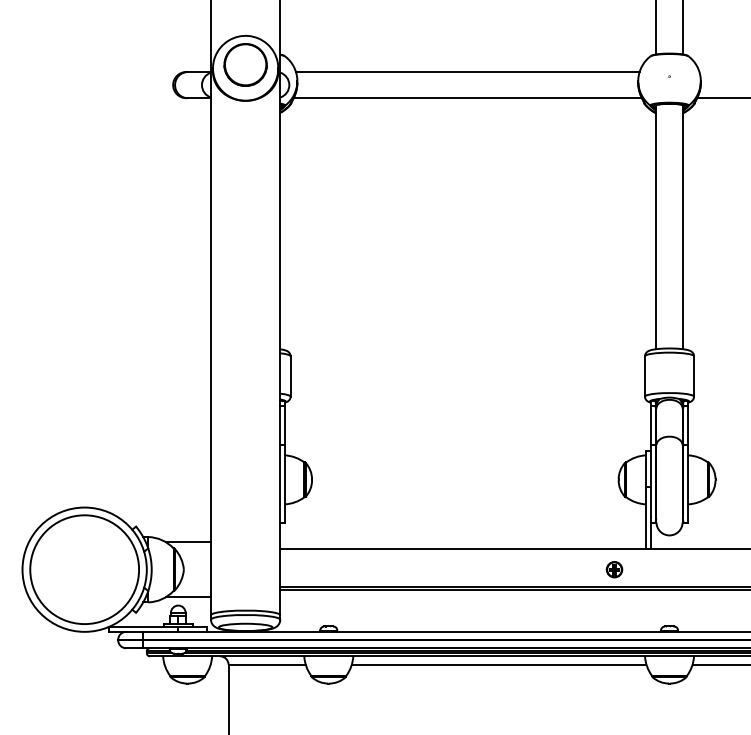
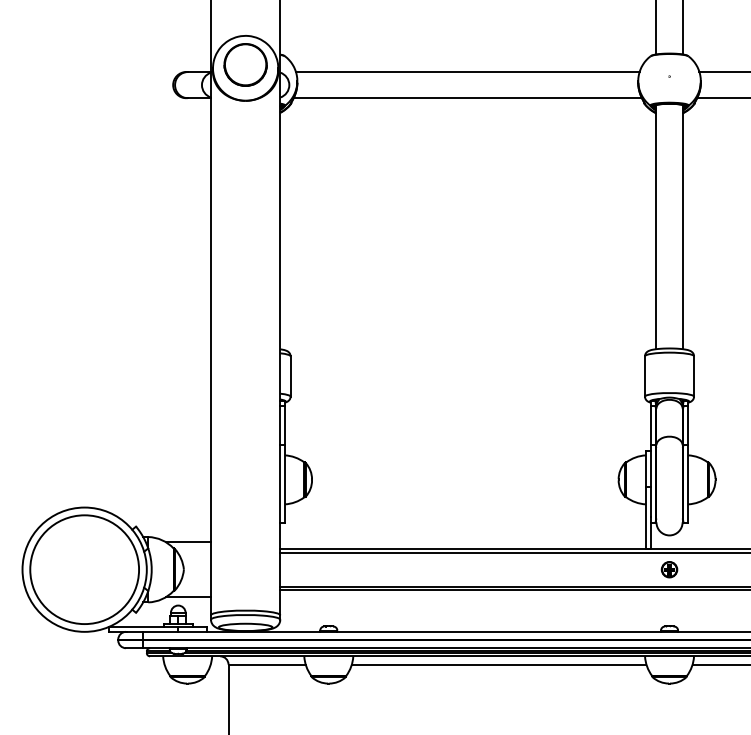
line at (723, 72): none -> present
line at (513, 552): none -> present
part at (614, 569) position: (614, 569) -> (669, 569)
